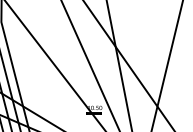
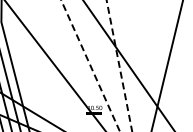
line at (119, 65): solid -> dashed
line at (90, 66): solid -> dashed
